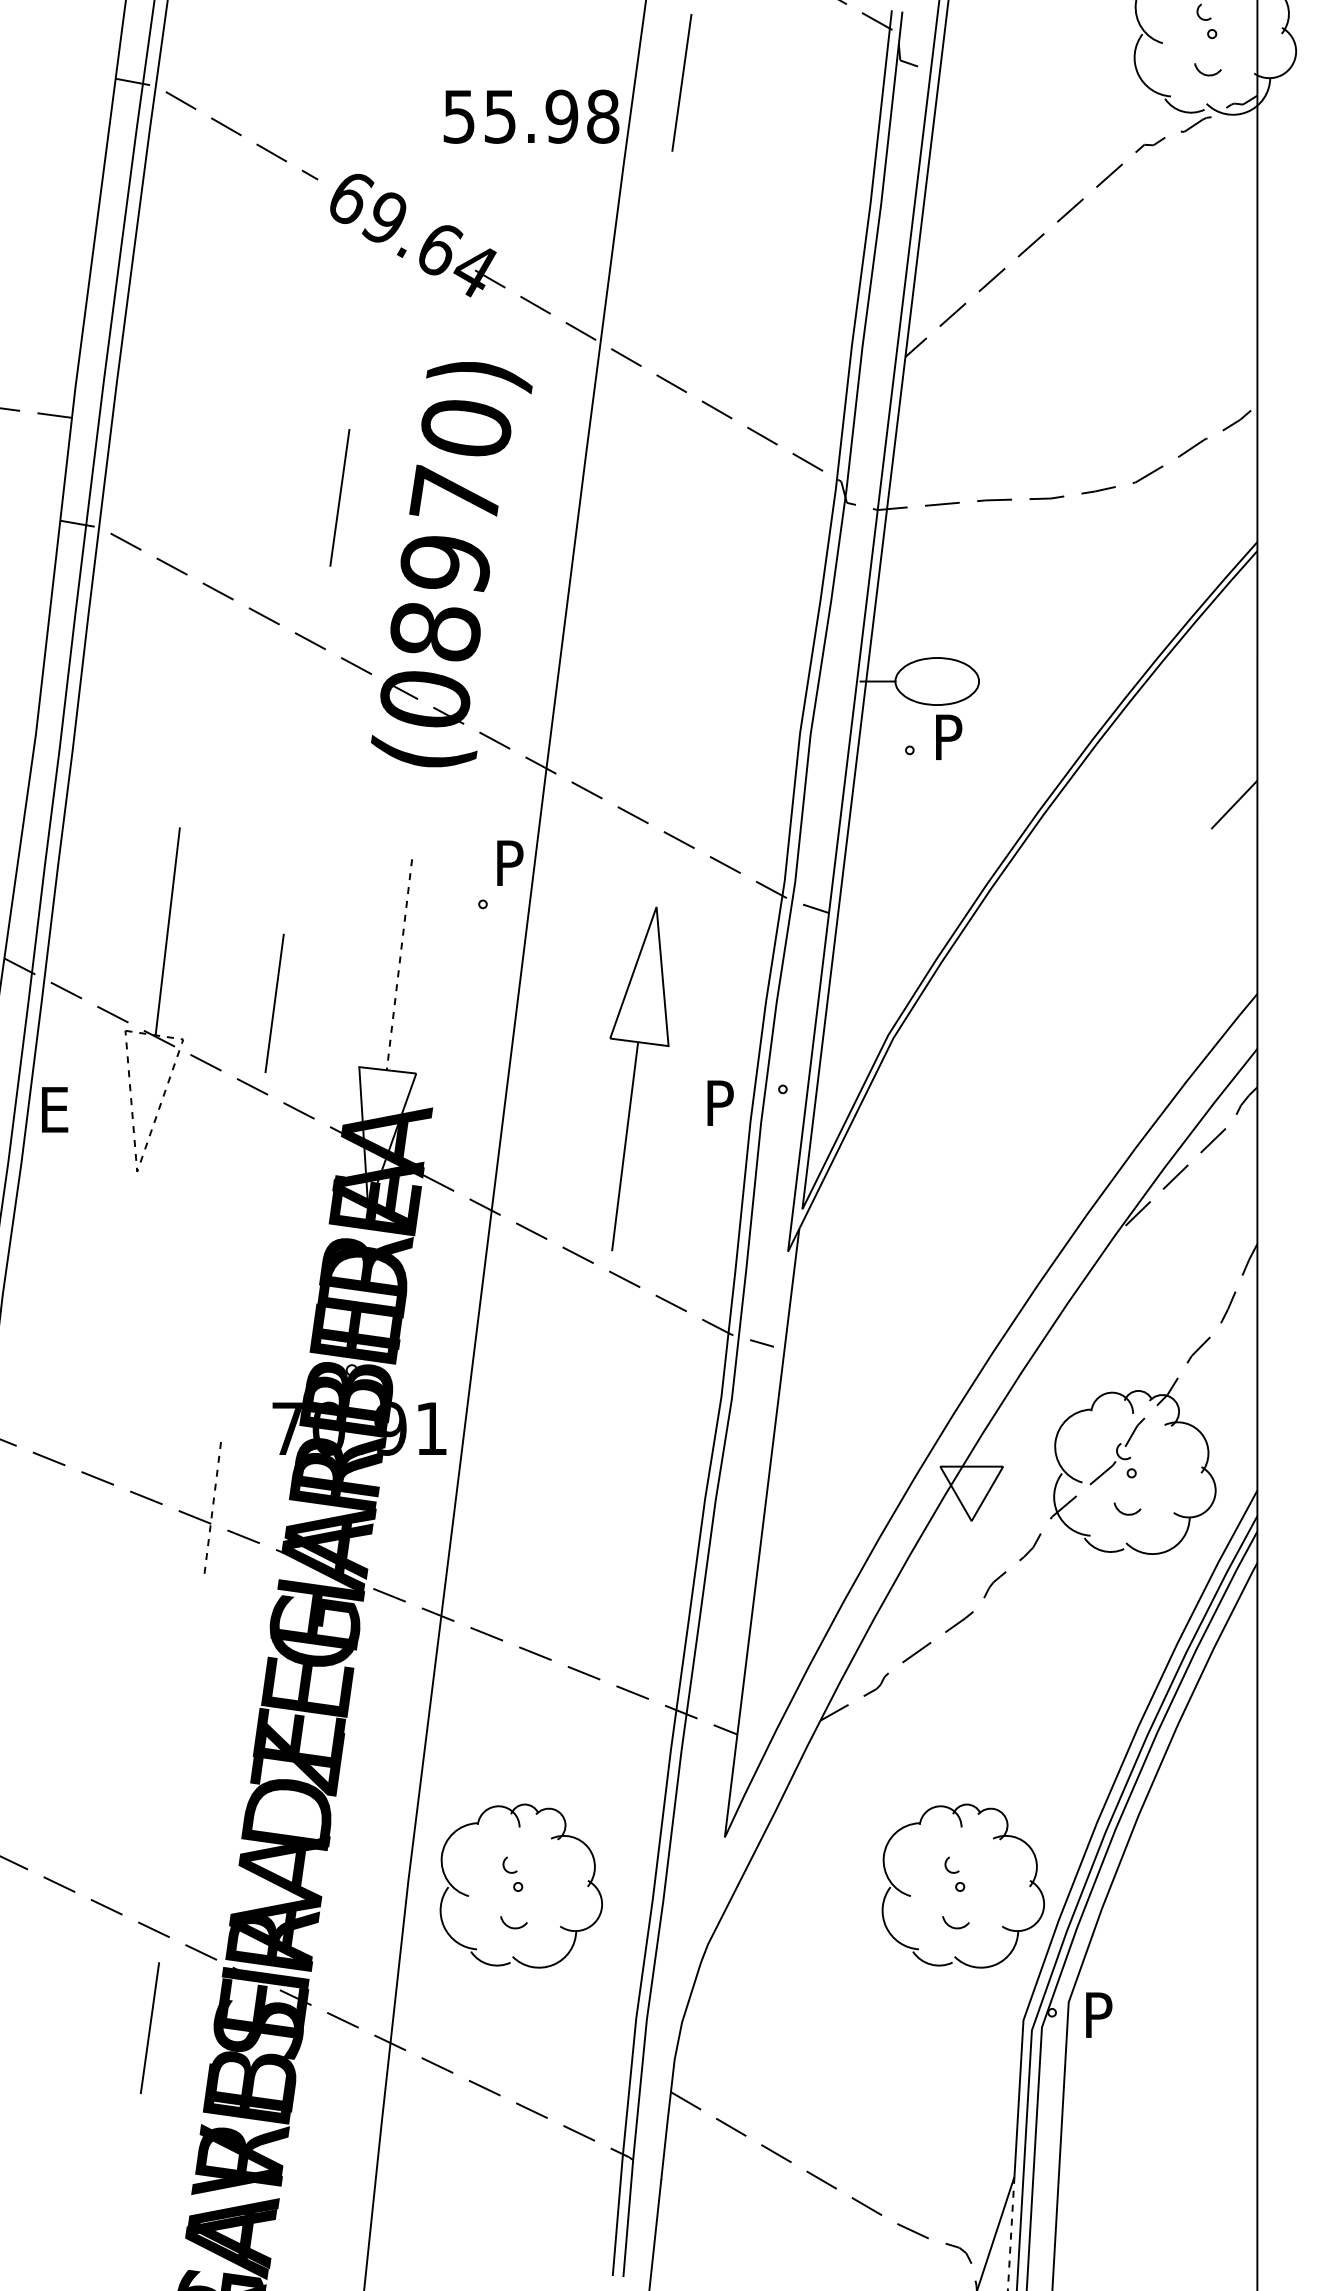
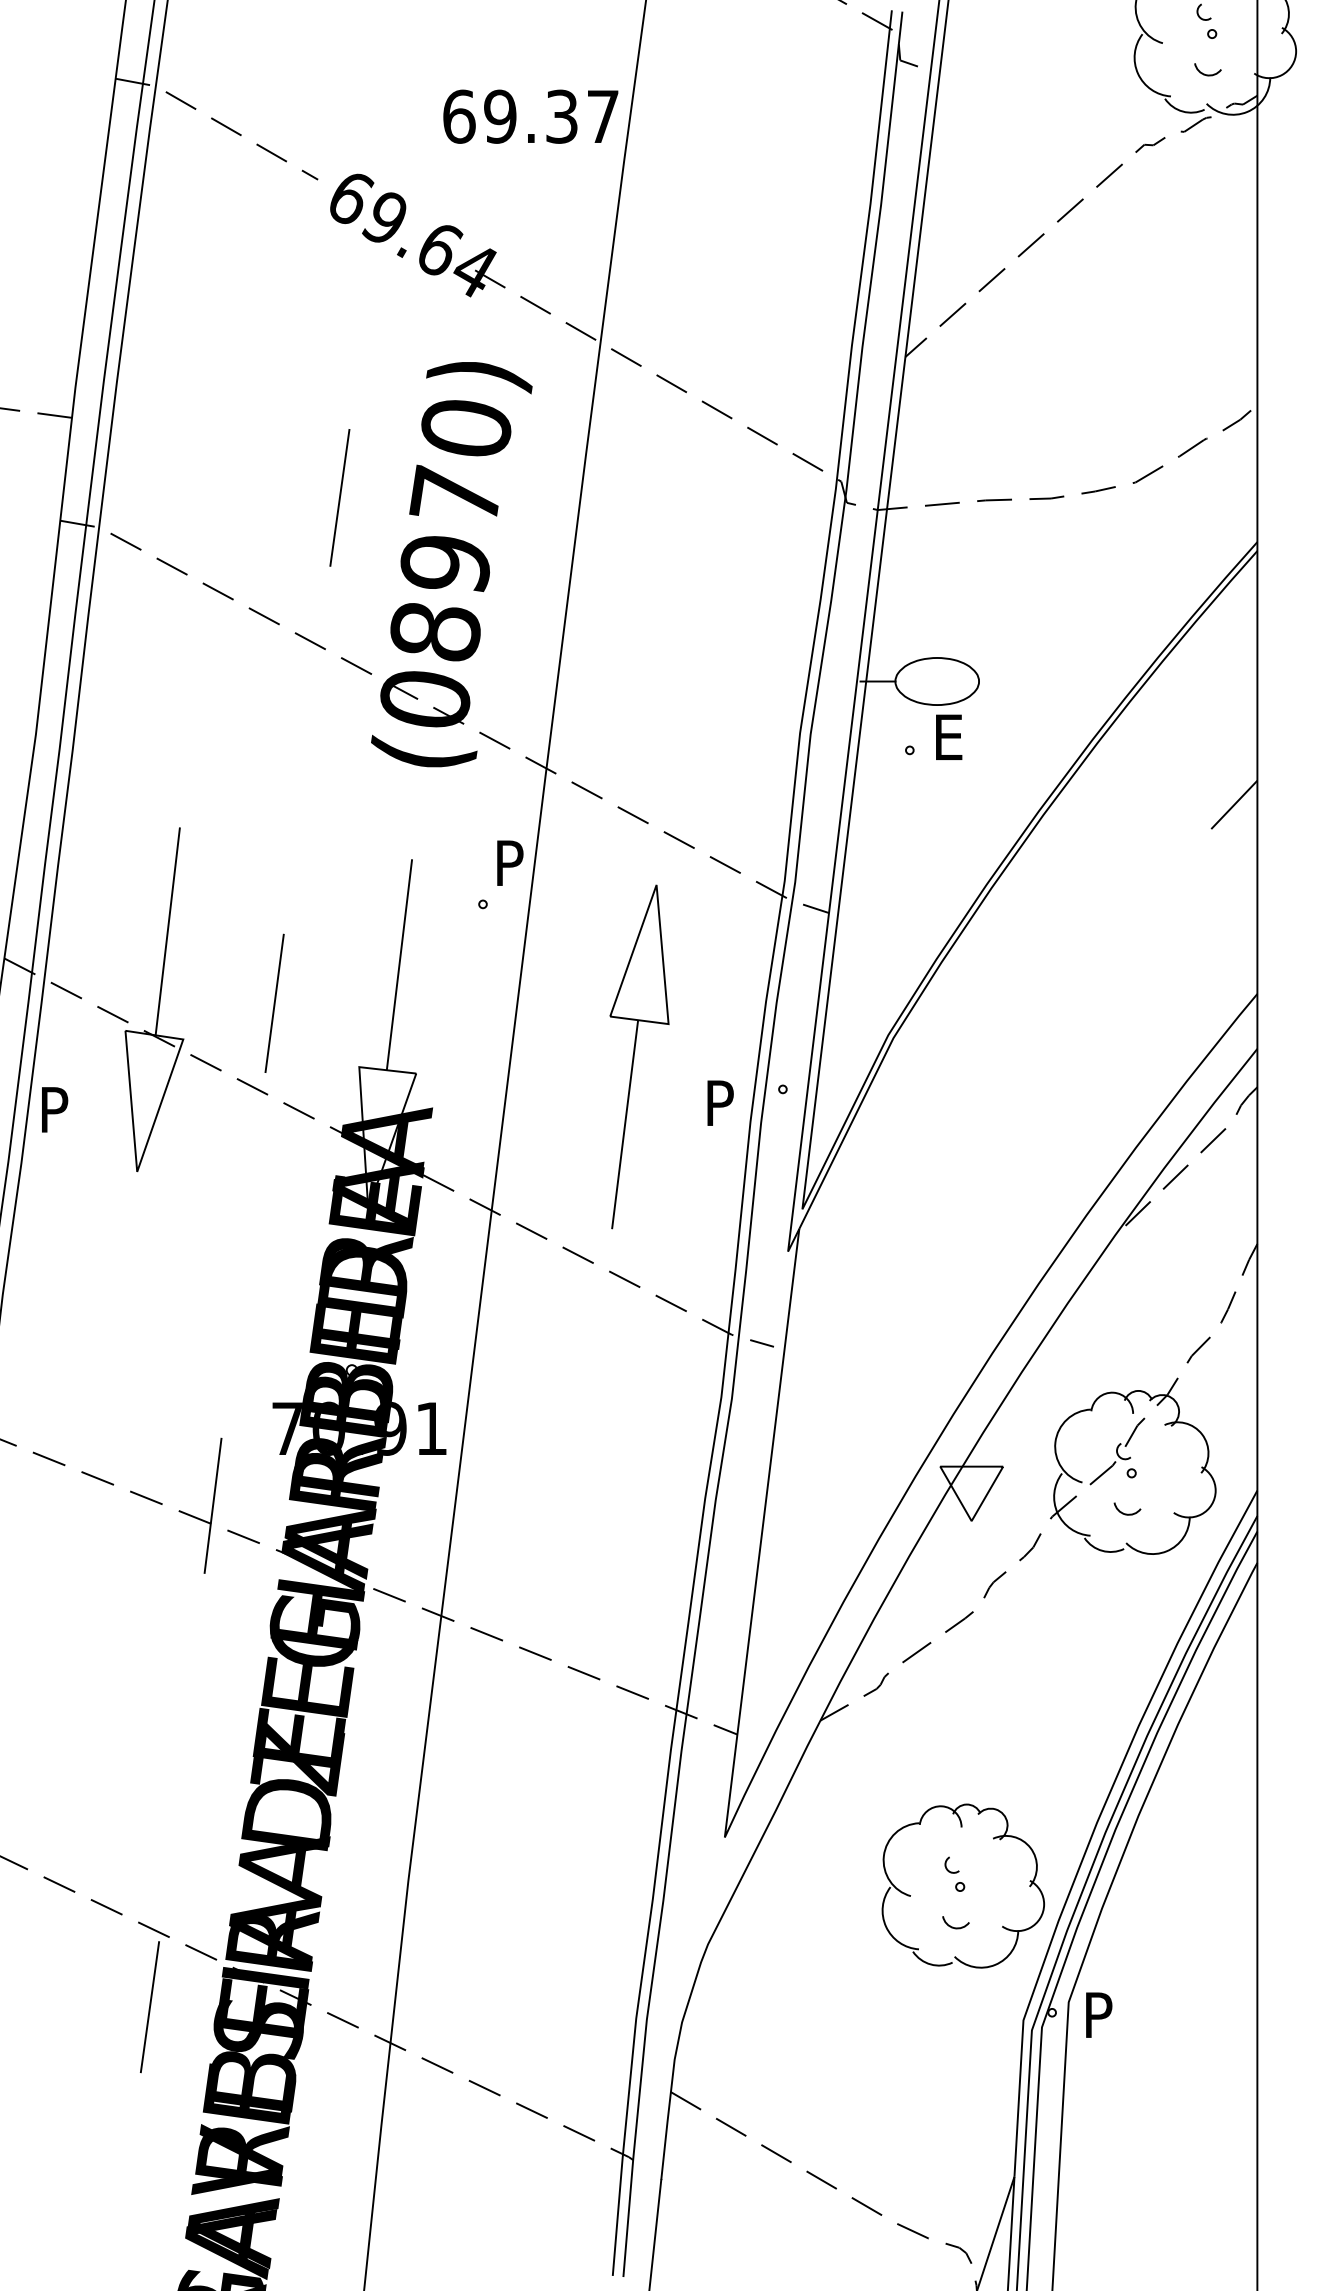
line at (681, 82): present -> none
text at (531, 116): 55.98 -> 69.37
text at (951, 736): P -> E
line at (399, 964): dashed -> solid
part at (639, 1078) position: (639, 1078) -> (639, 1056)
text at (57, 1109): E -> P
line at (146, 1144): dashed -> solid
line at (213, 1505): dashed -> solid
part at (520, 1885): present -> none
line at (149, 2028) position: (149, 2028) -> (149, 2007)
line at (1011, 2233): dashed -> solid
